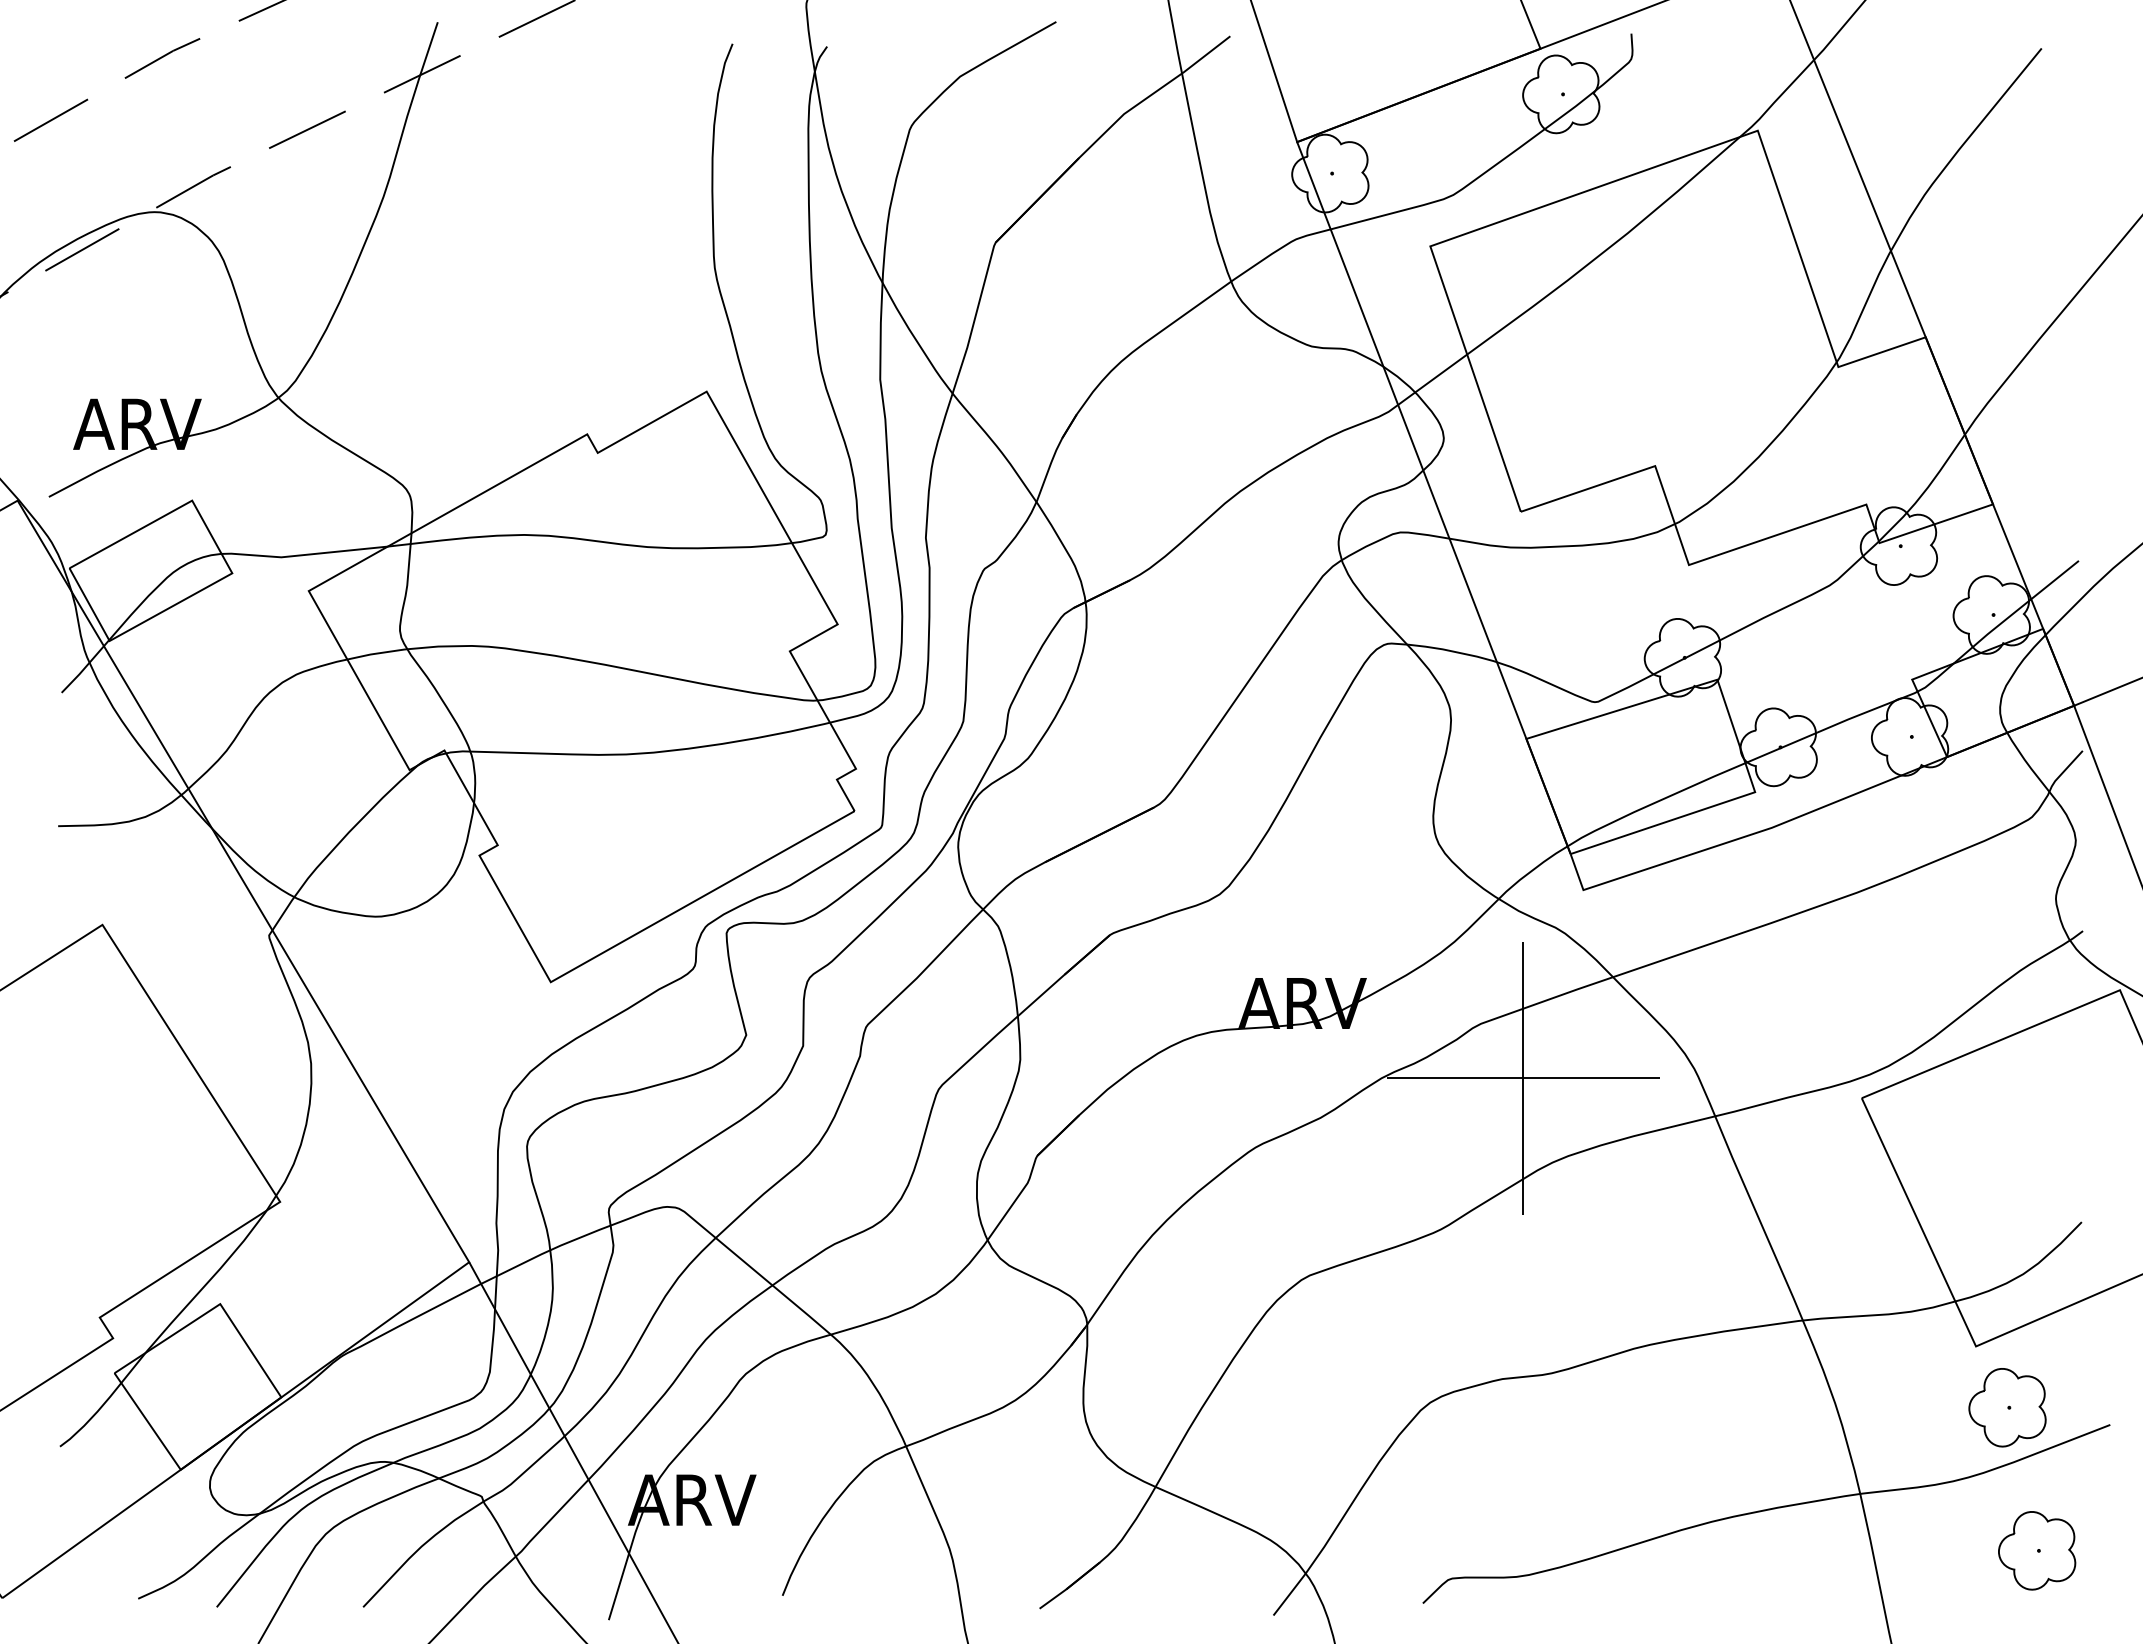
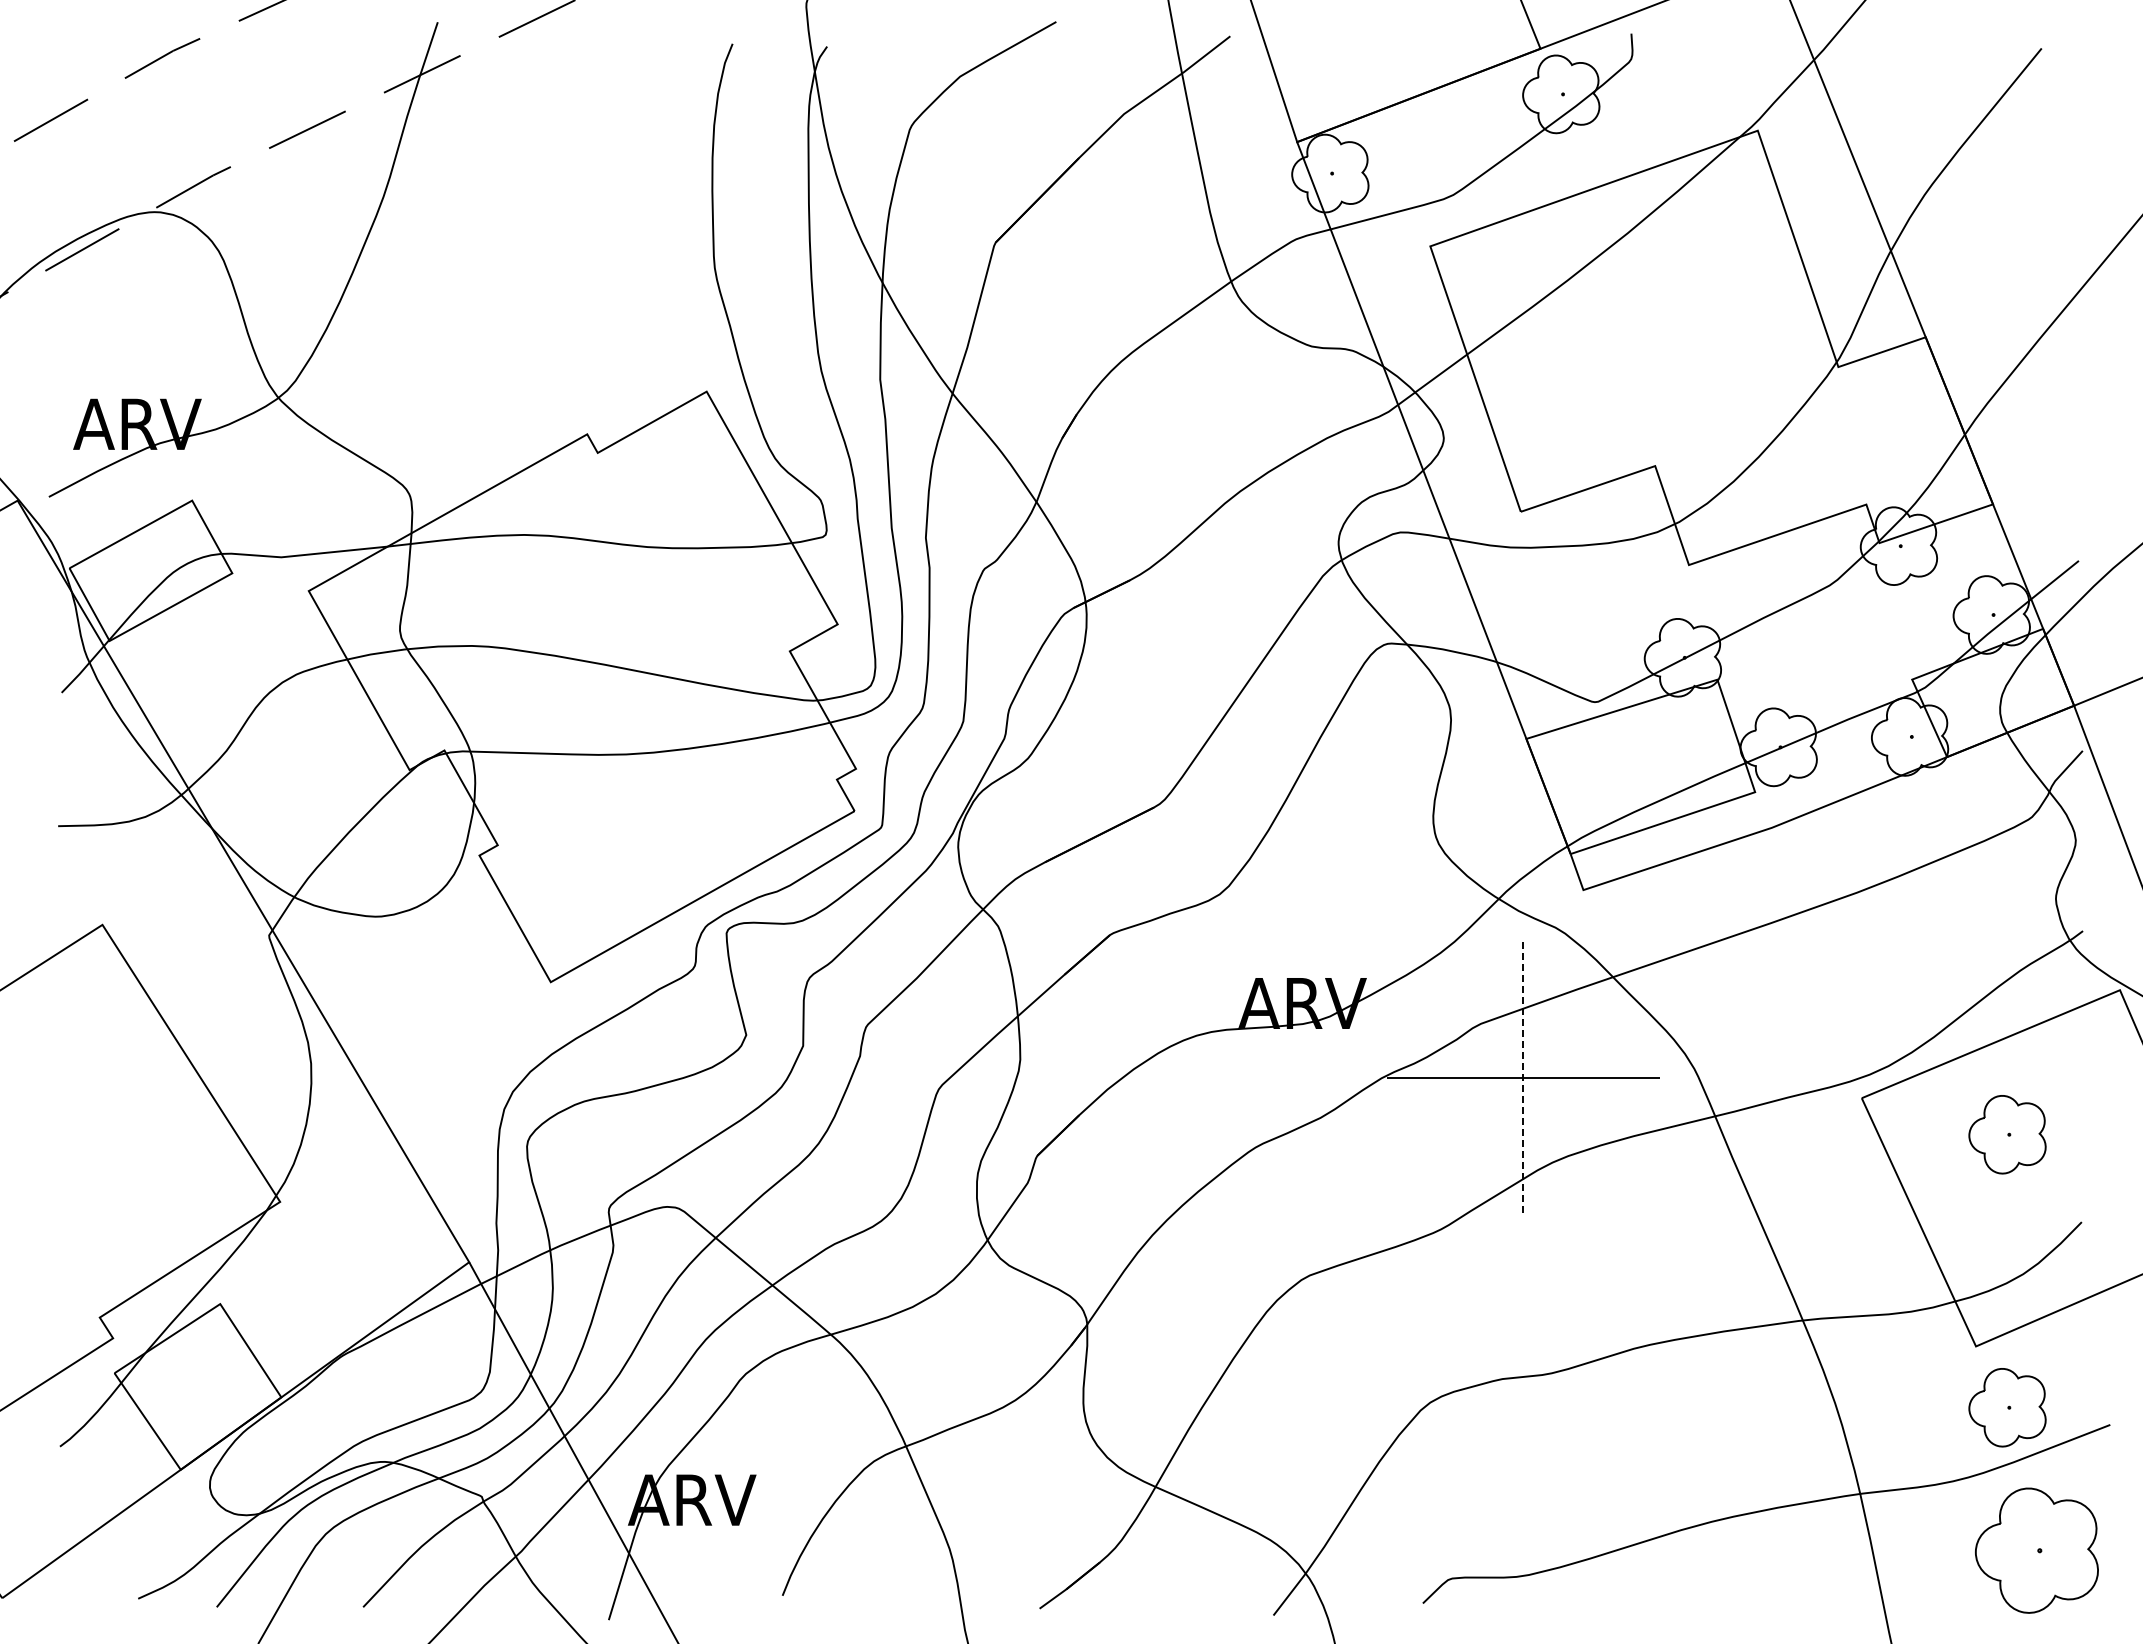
line at (1523, 1078): solid -> dashed
part at (2007, 1134): none -> present
part at (2037, 1550) size: 79x80 px -> 124x127 px
